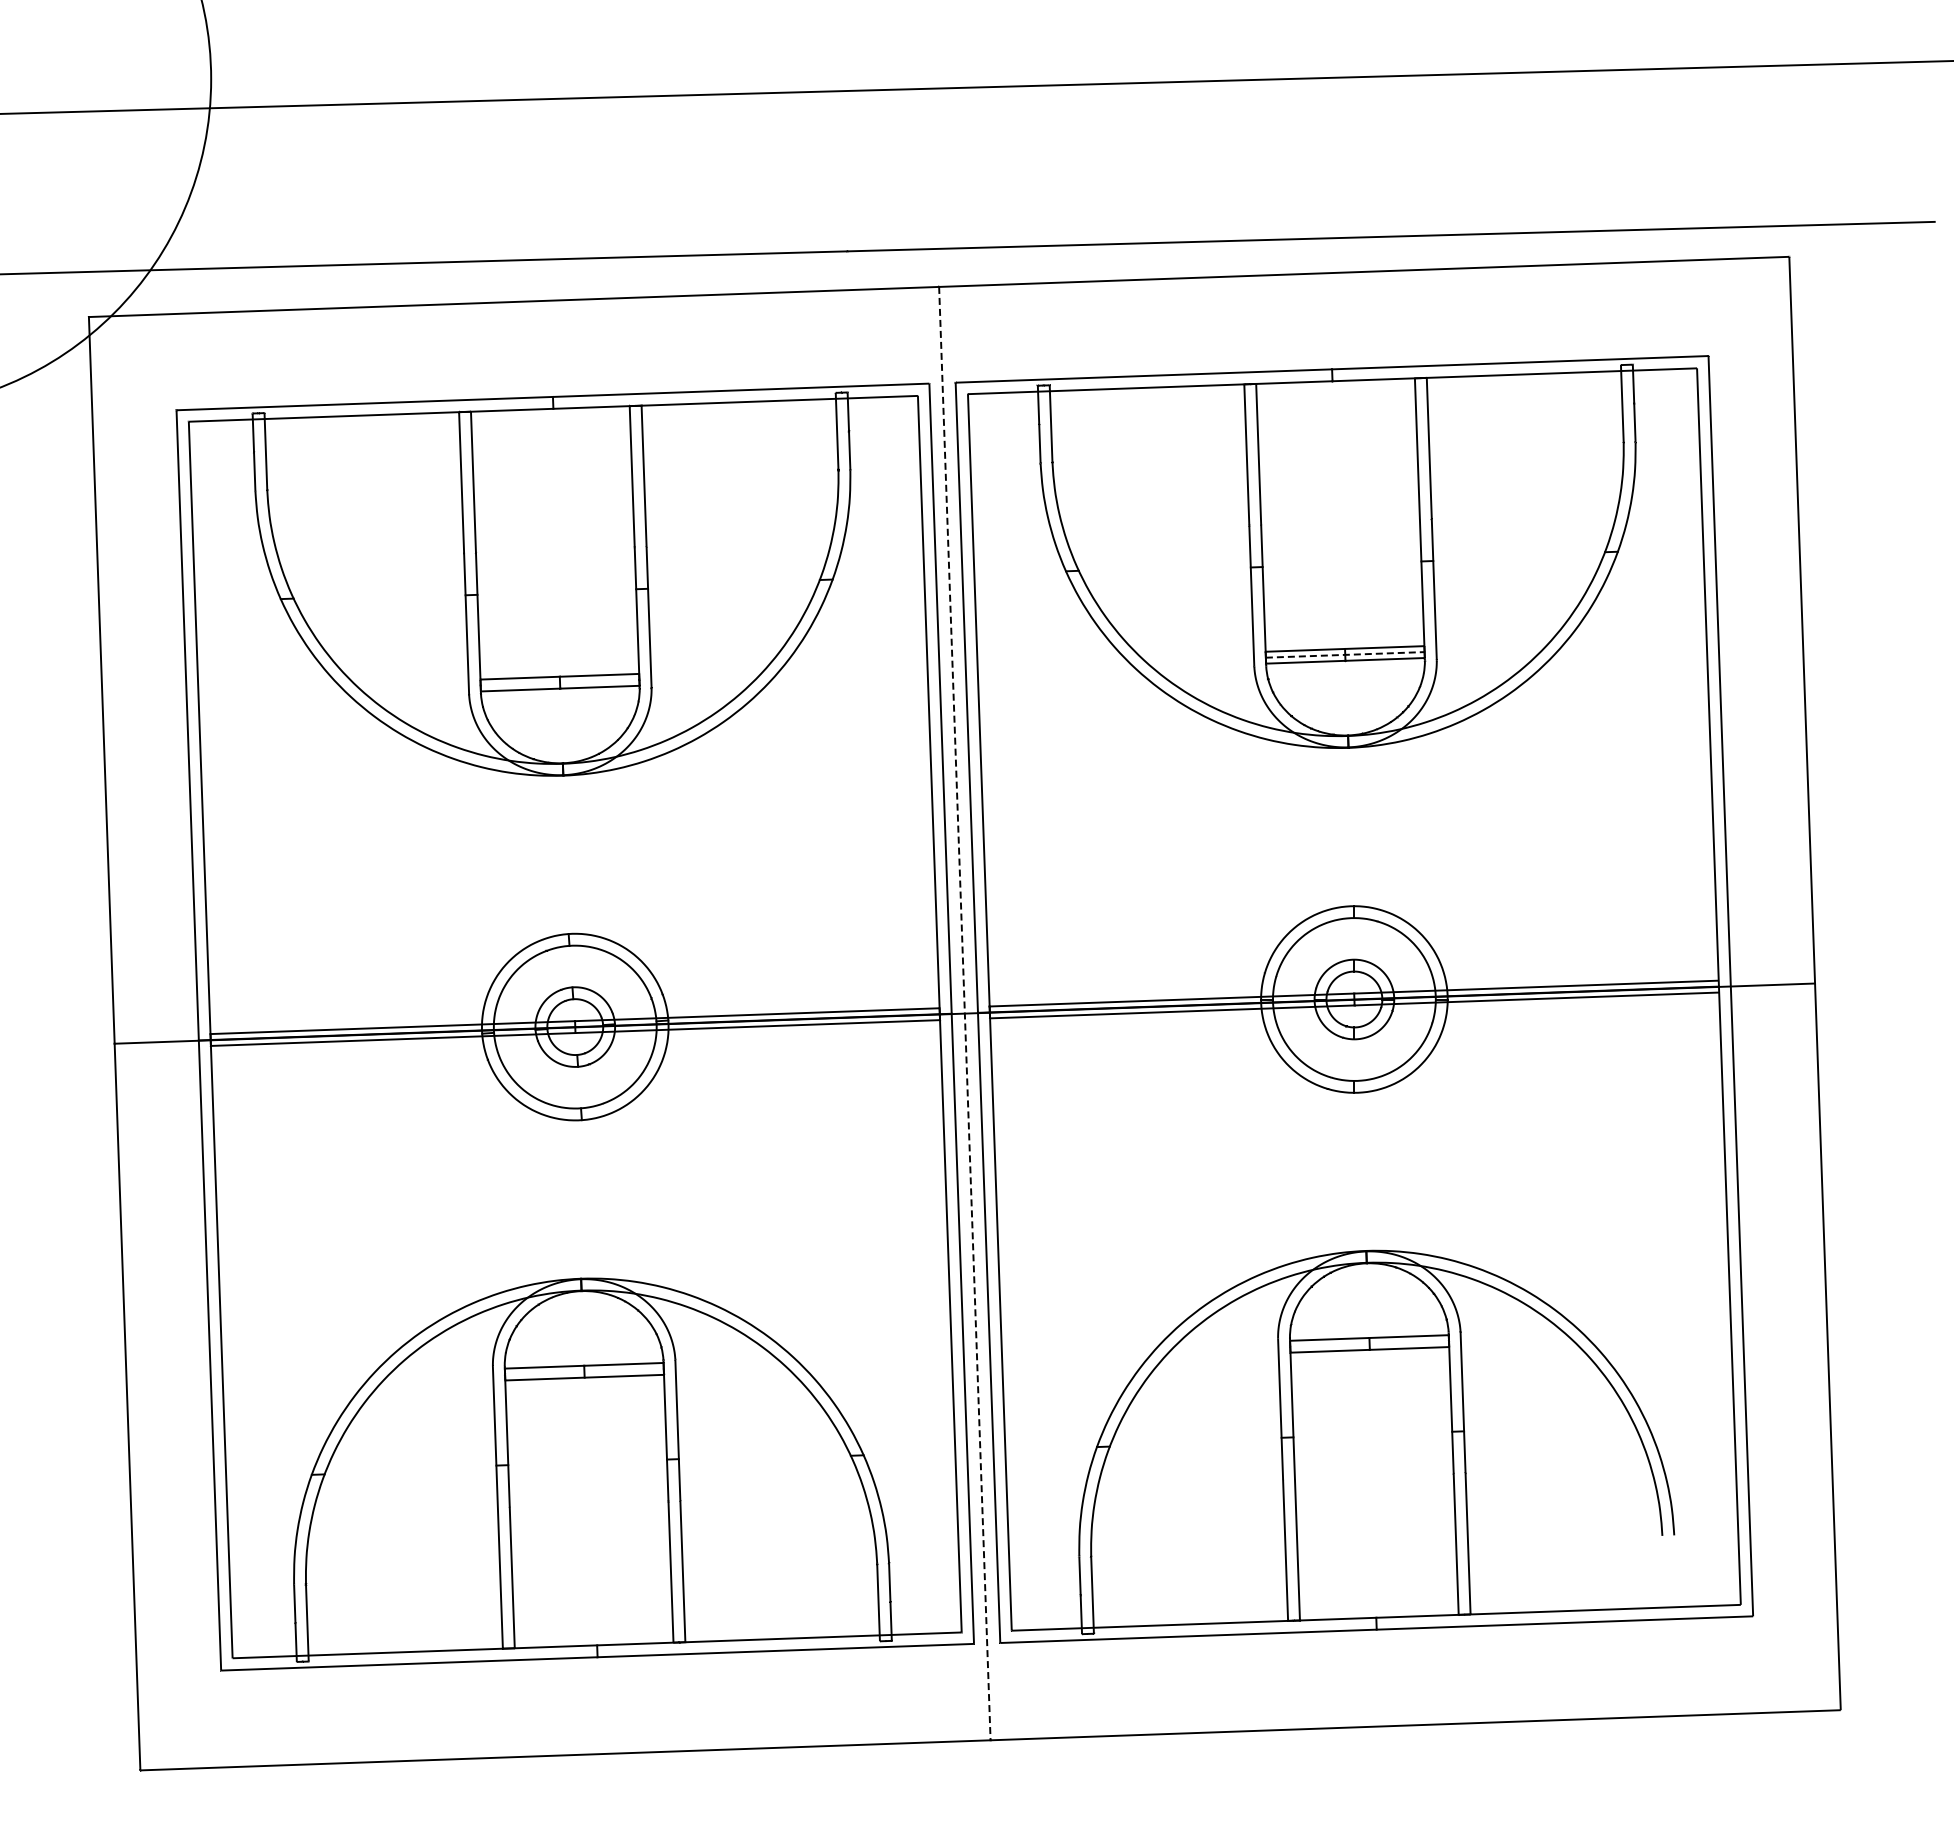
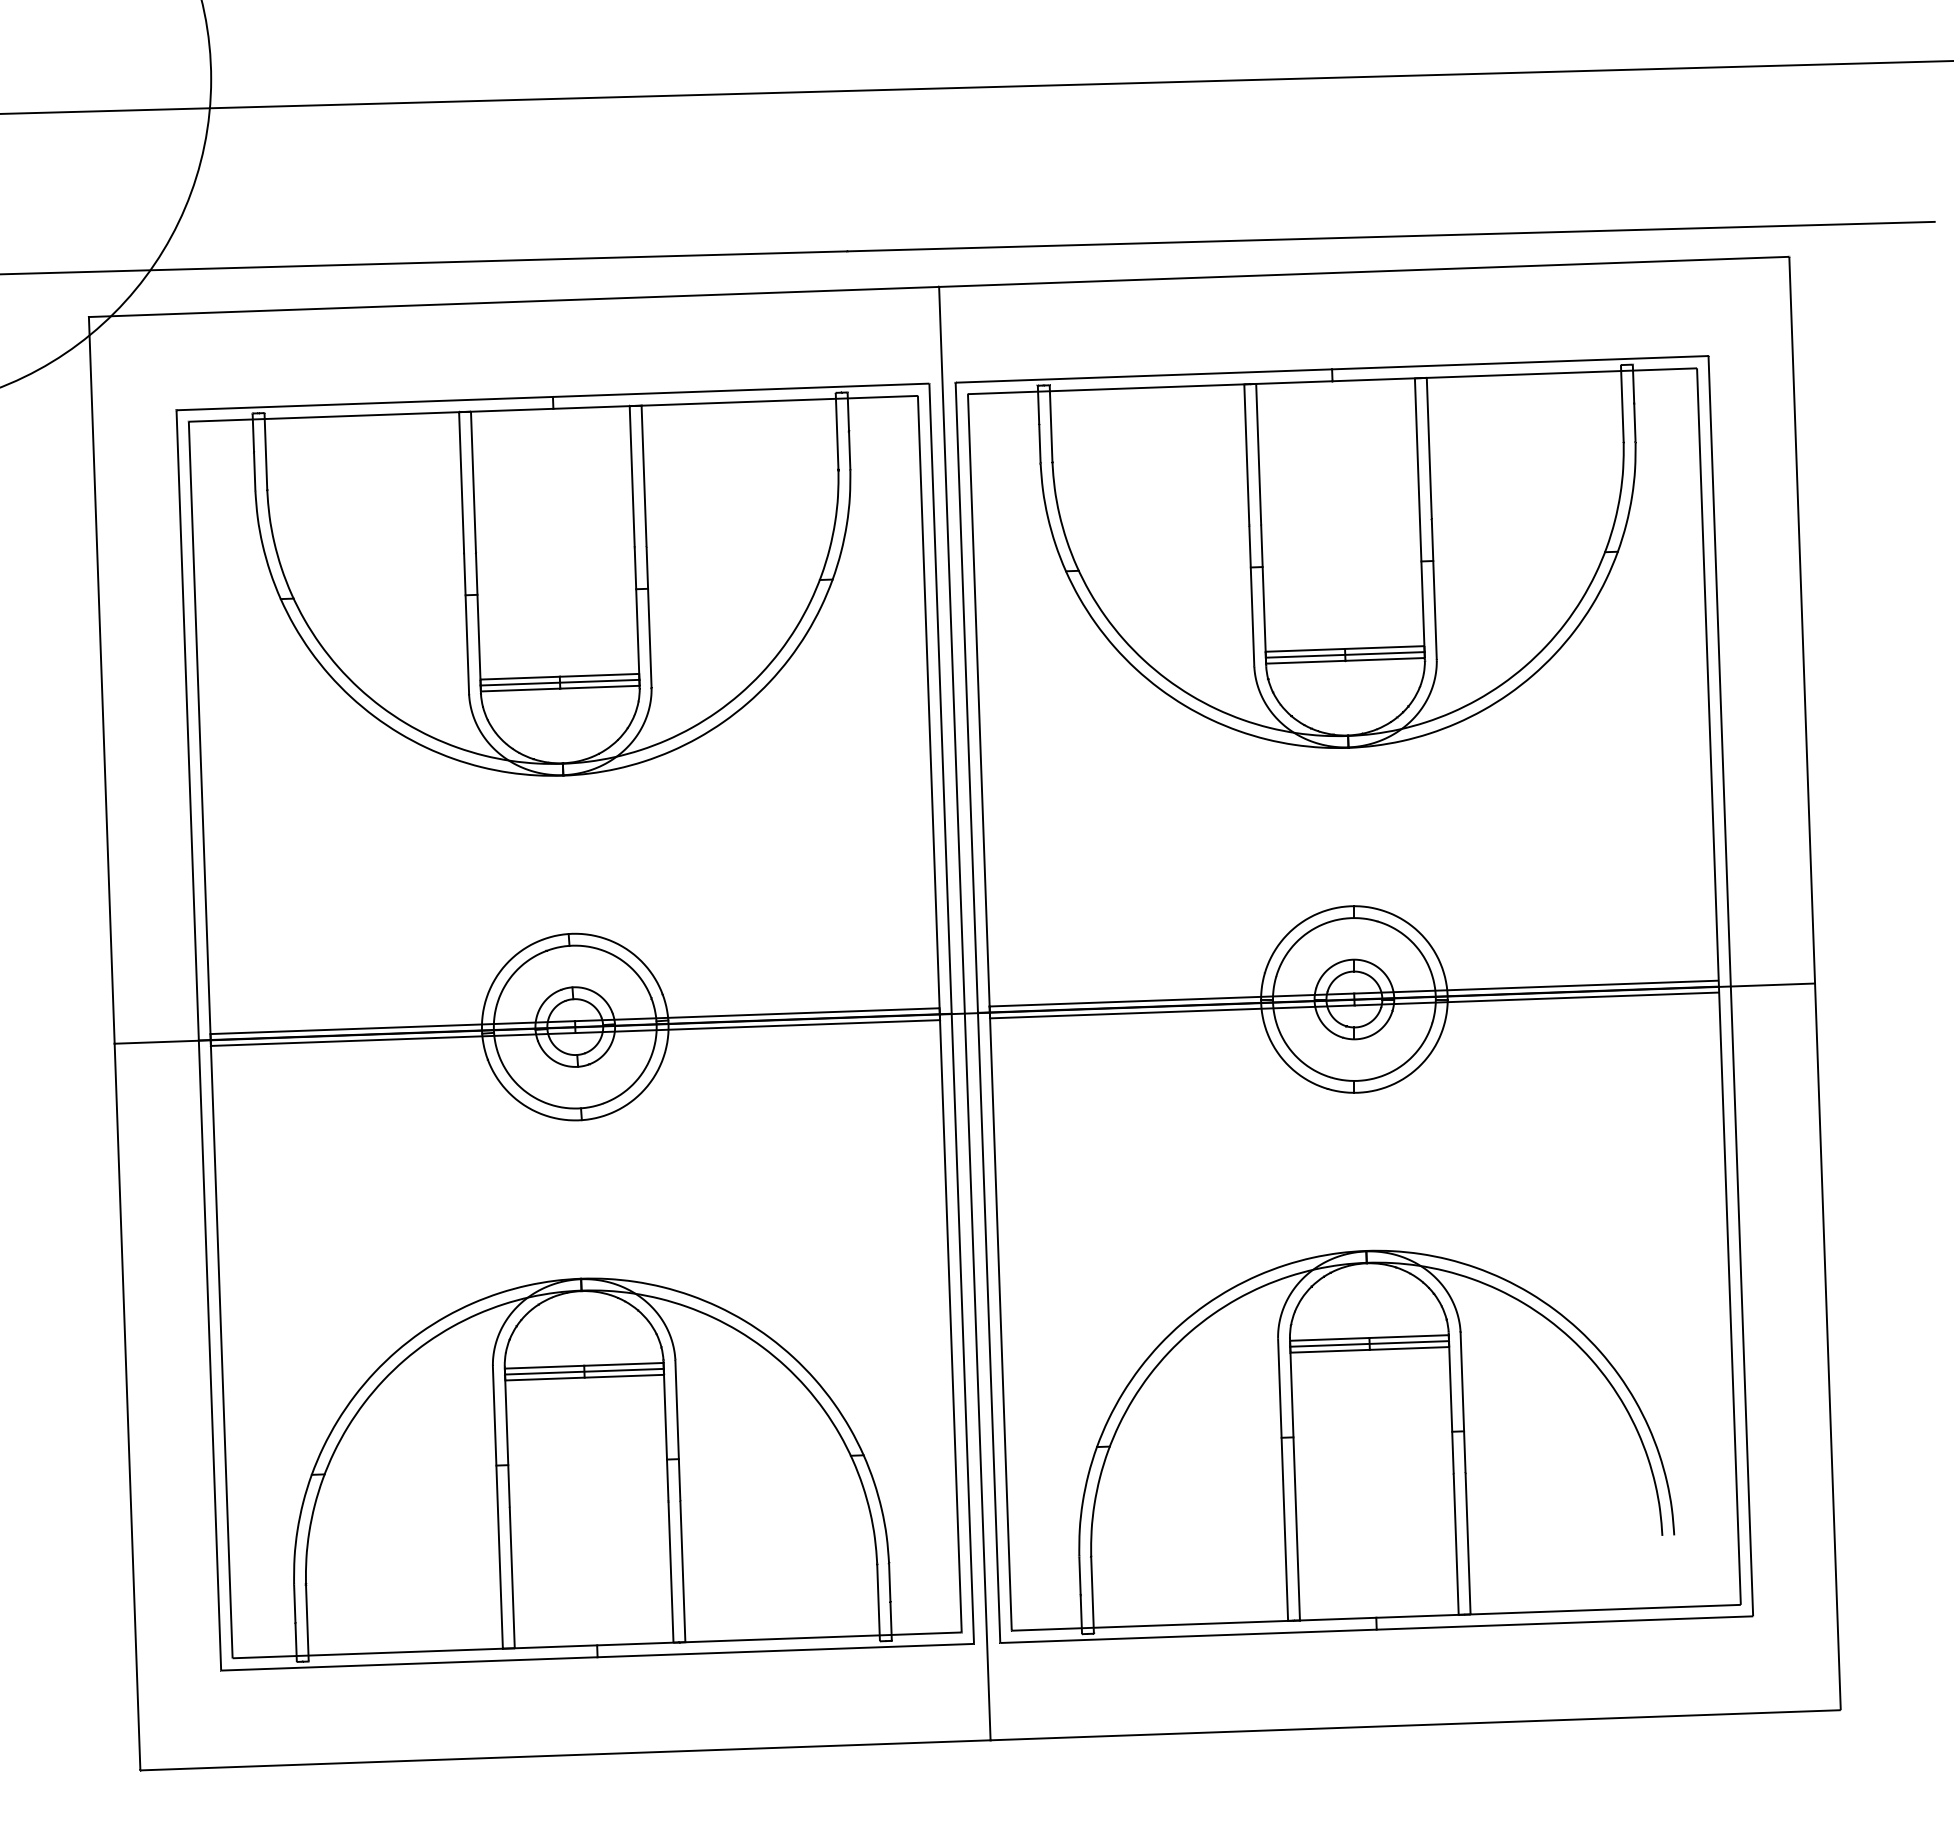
line at (1345, 654): dashed -> solid
line at (559, 682): none -> present
line at (964, 1014): dashed -> solid
line at (1369, 1343): none -> present
line at (584, 1371): none -> present
